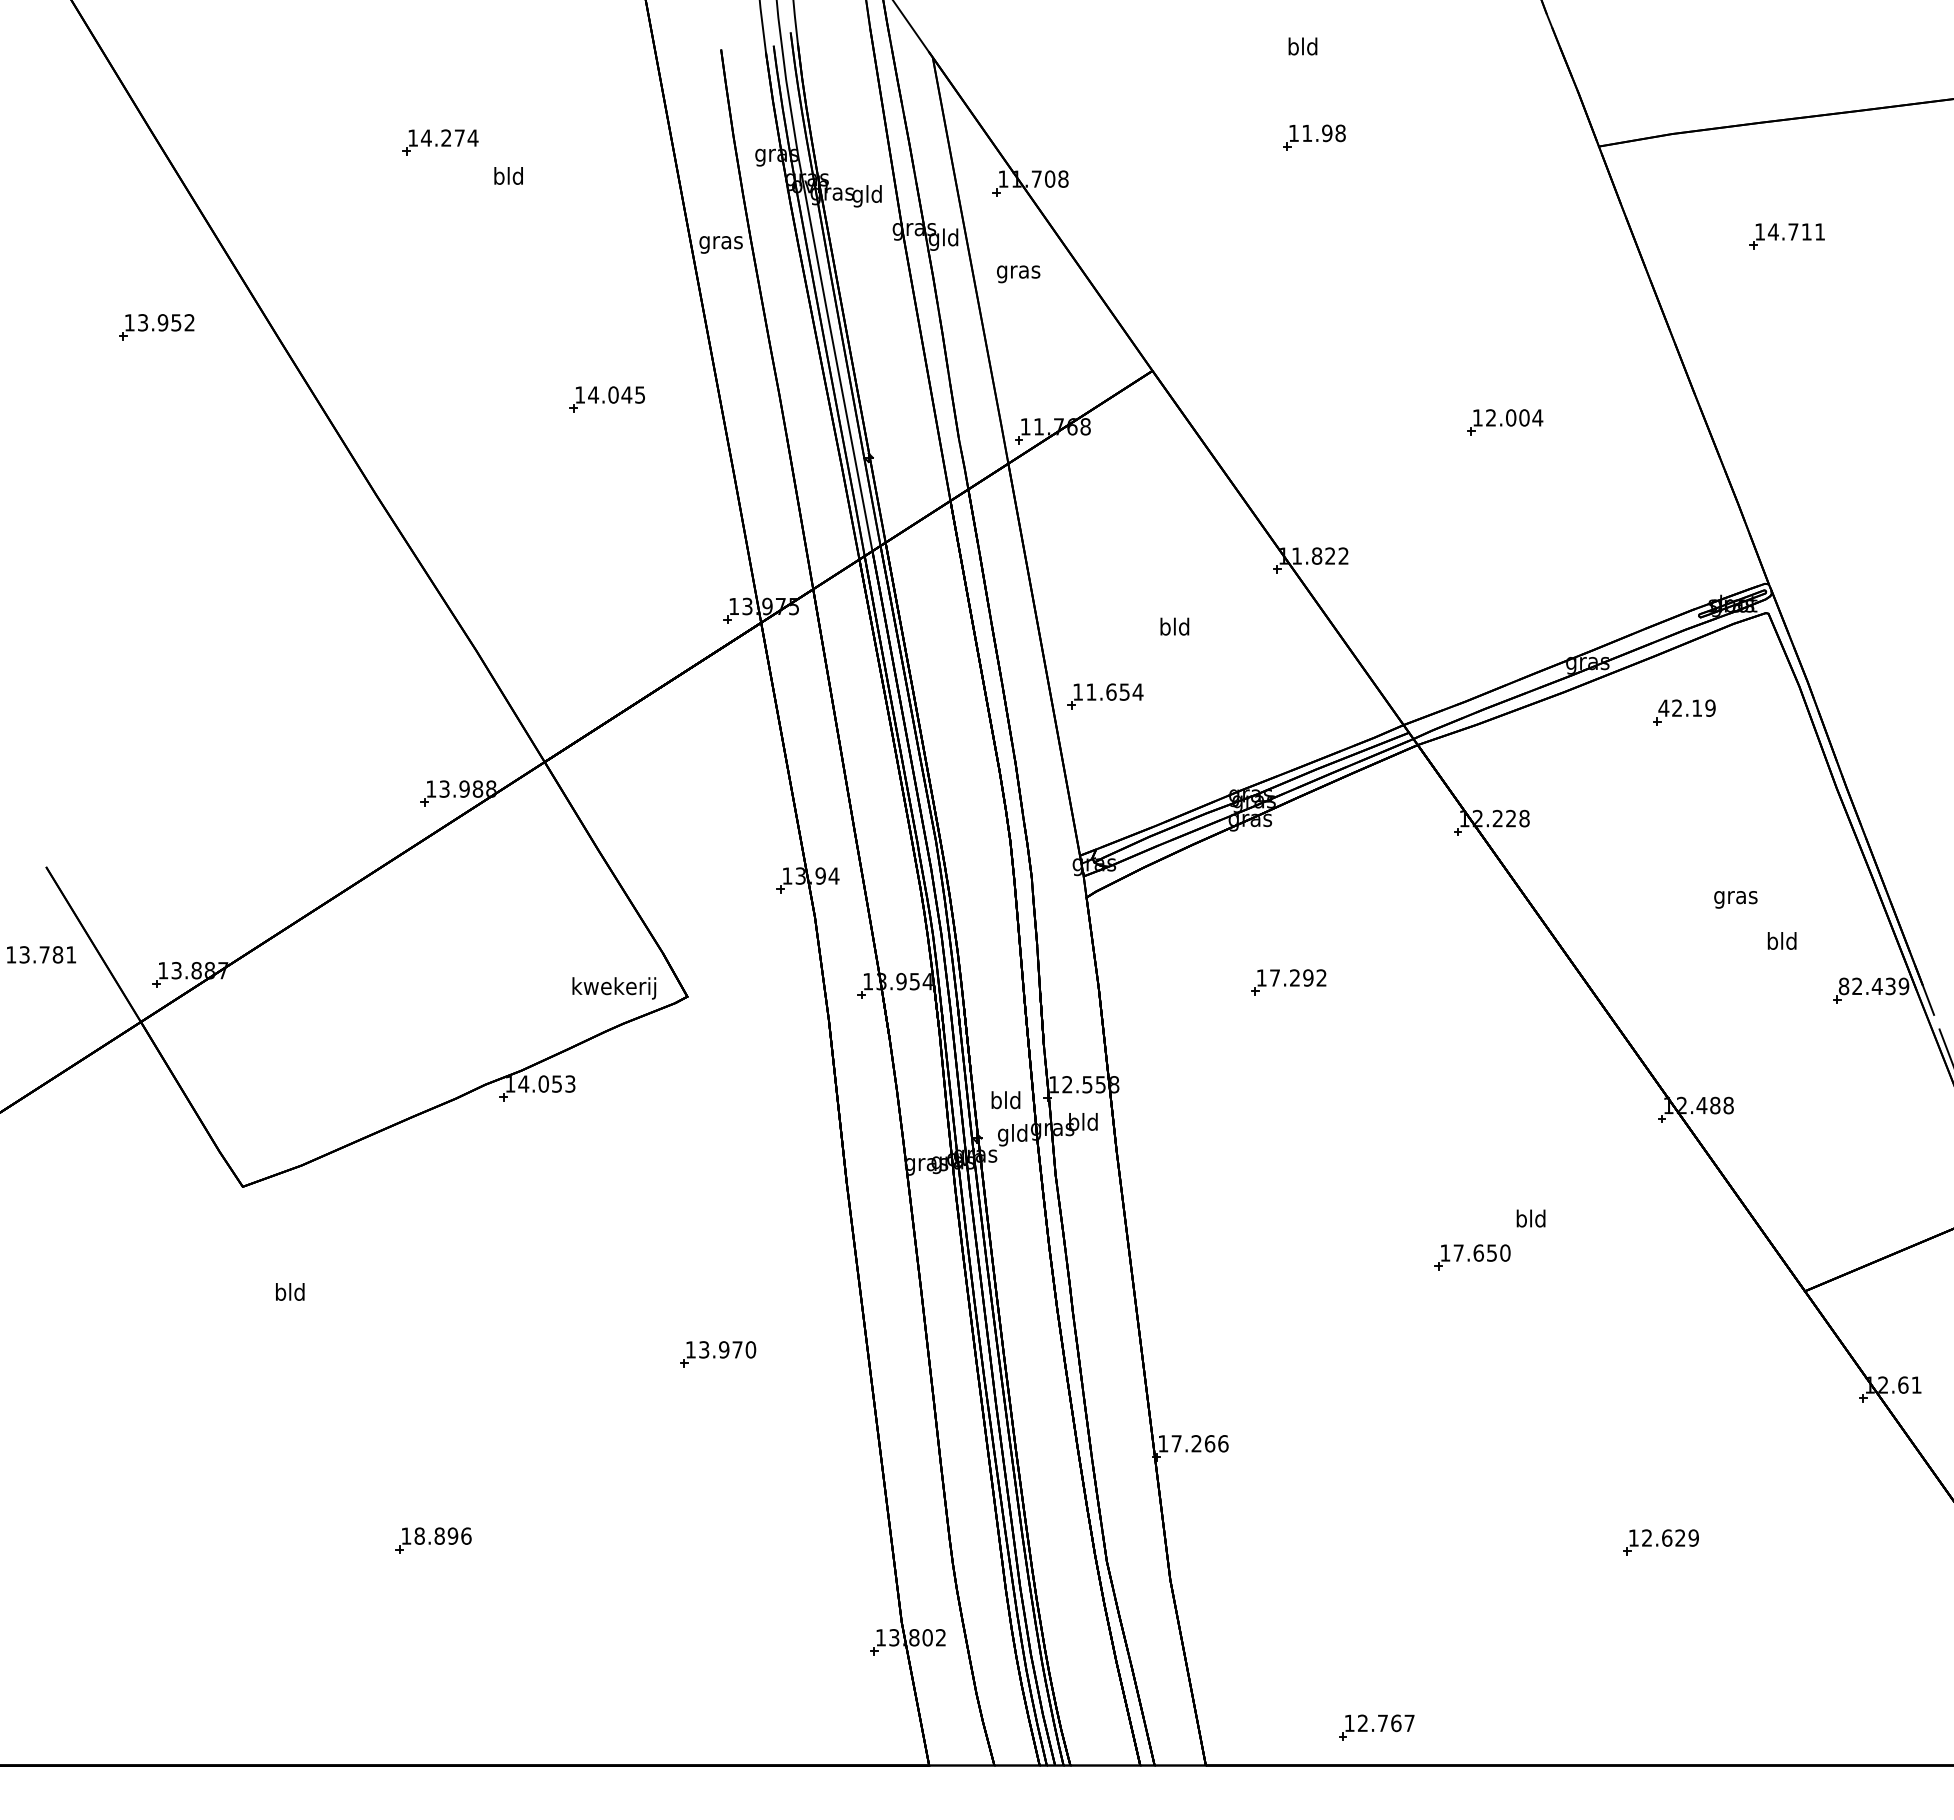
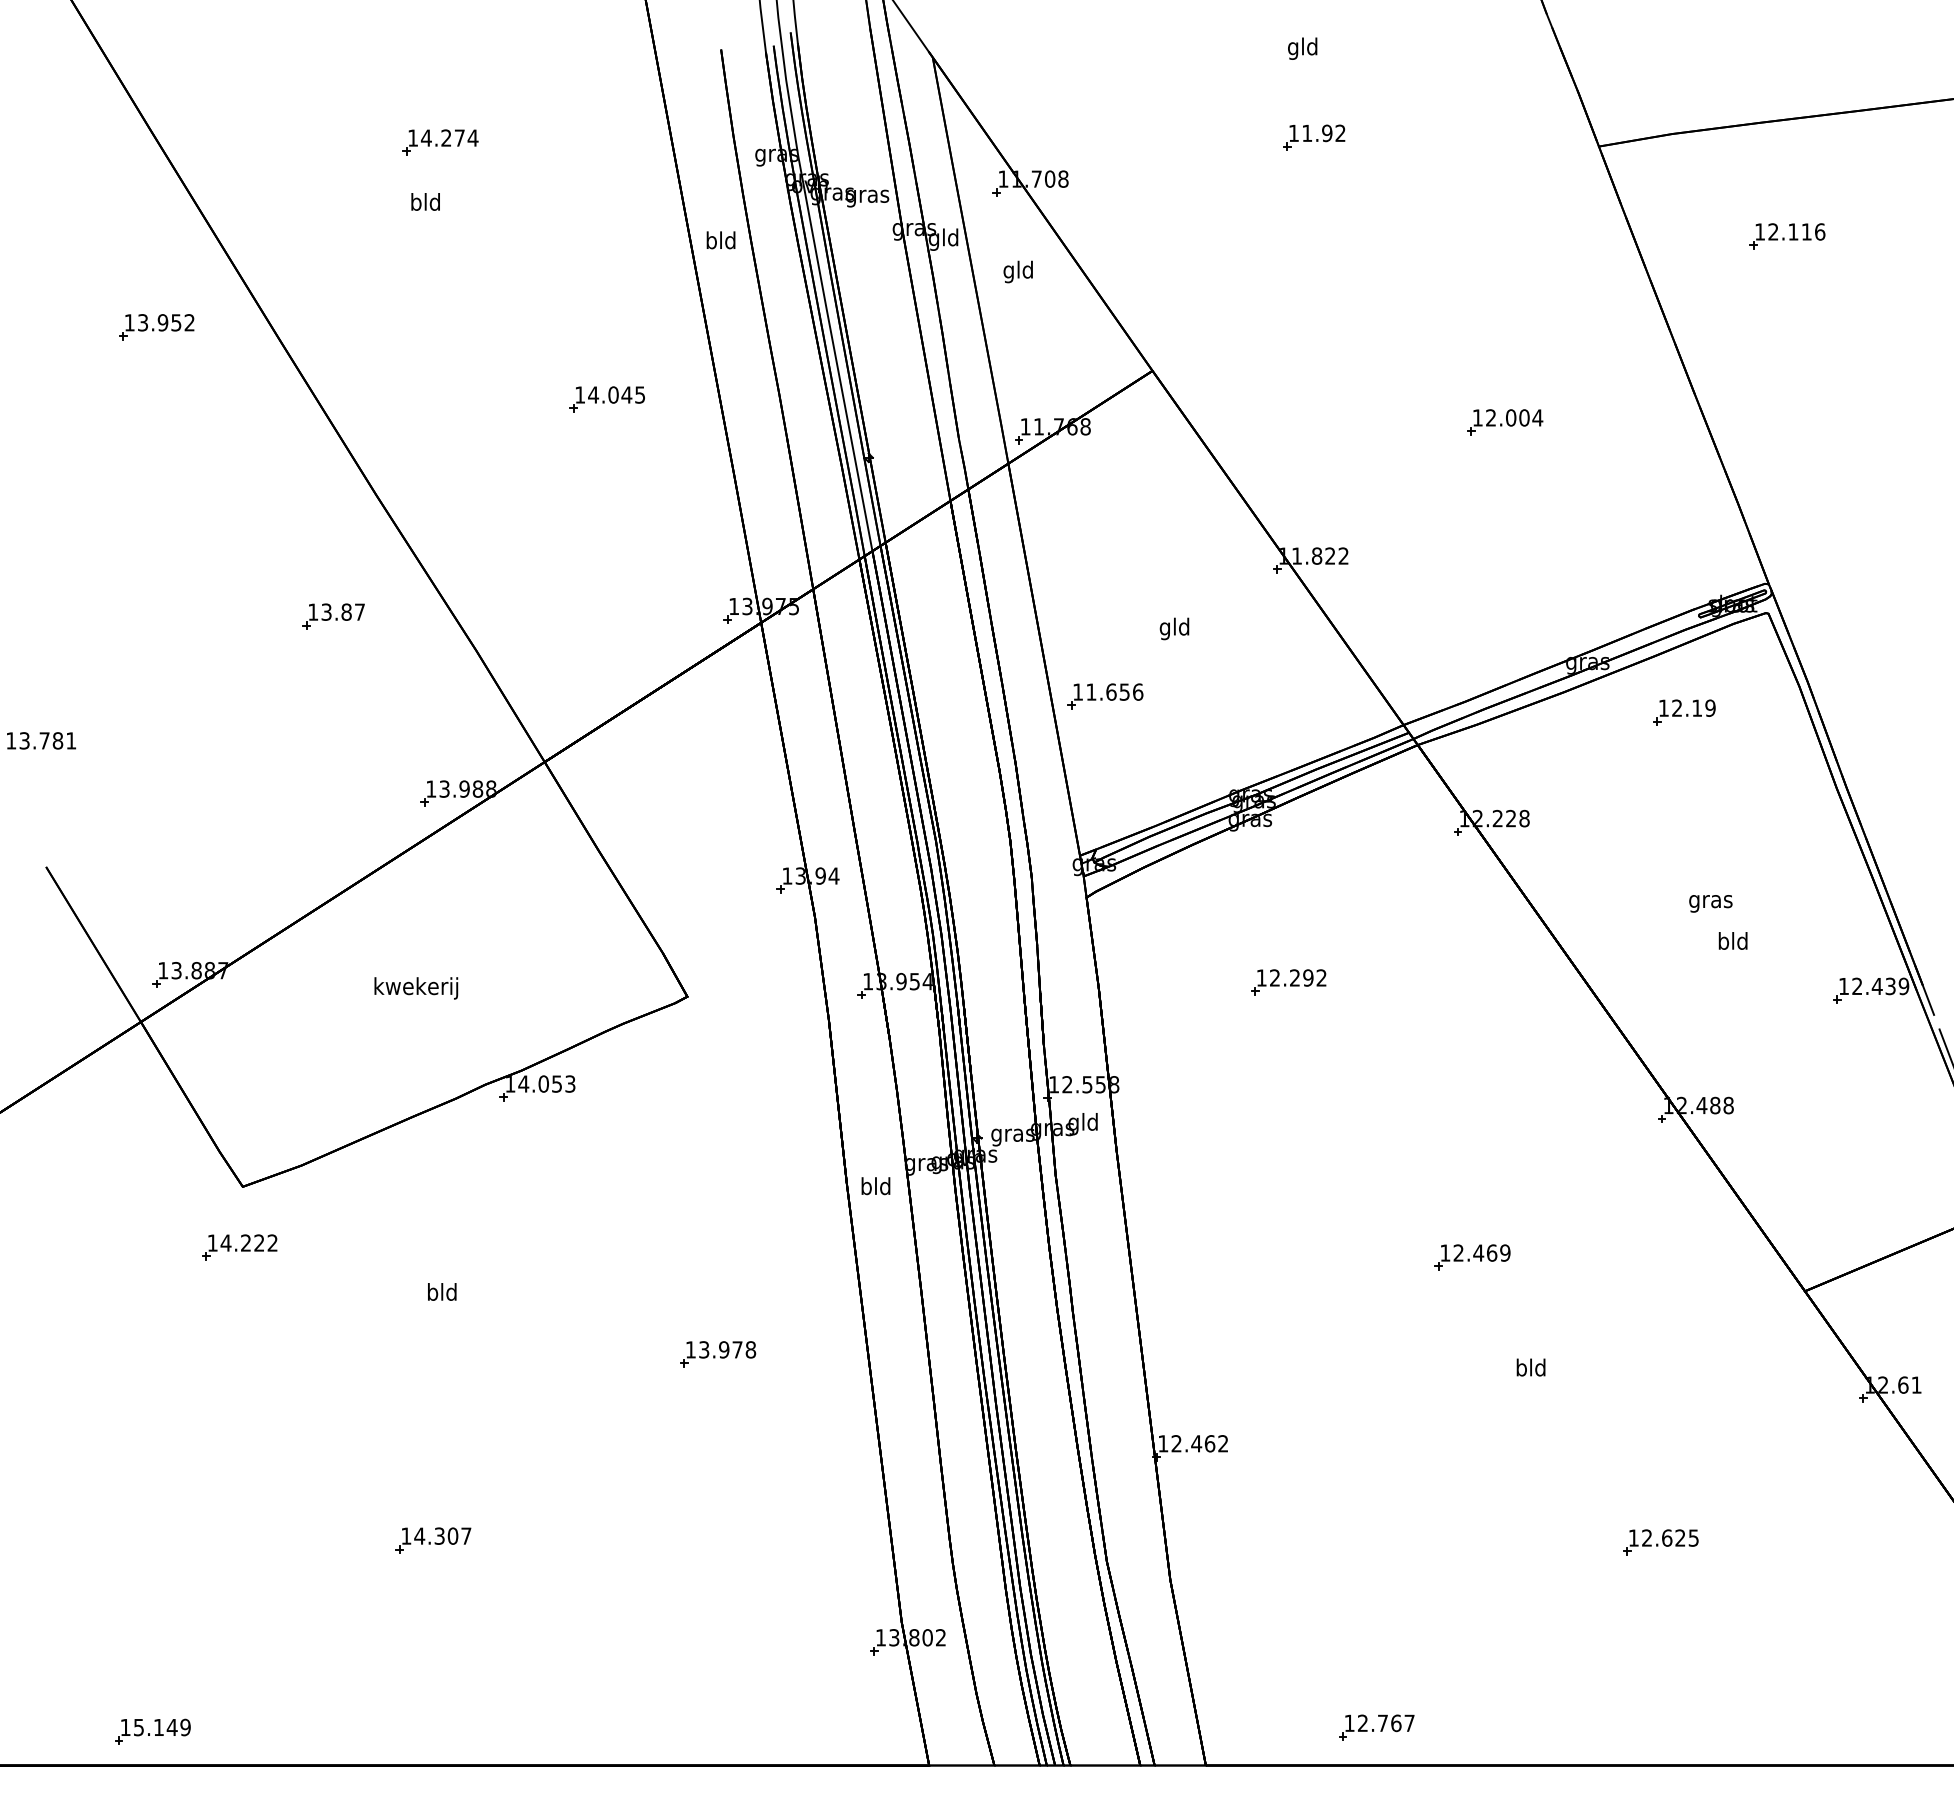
text at (1293, 48): bld -> gld
text at (1340, 133): 11.98 -> 11.92
text at (508, 175) position: (508, 175) -> (425, 201)
text at (867, 196): gld -> gras
text at (1796, 231): 14.711 -> 12.116
text at (720, 242): gras -> bld
text at (1018, 271): gras -> gld
part at (333, 616): none -> present
text at (1164, 628): bld -> gld
text at (1137, 691): 11.654 -> 11.656
text at (1663, 707): 42.19 -> 12.19
text at (1735, 899) position: (1735, 899) -> (1710, 903)
text at (1781, 940) position: (1781, 940) -> (1732, 940)
text at (41, 954) position: (41, 954) -> (41, 740)
text at (1274, 977): 17.292 -> 12.292
text at (1843, 986): 82.439 -> 12.439
text at (614, 988) position: (614, 988) -> (416, 988)
text at (1005, 1100) position: (1005, 1100) -> (875, 1186)
text at (1073, 1124): bld -> gld
text at (1012, 1135): gld -> gras
text at (1530, 1218) position: (1530, 1218) -> (1530, 1367)
part at (239, 1247): none -> present
text at (1481, 1252): 17.650 -> 12.469
text at (290, 1291) position: (290, 1291) -> (442, 1291)
text at (750, 1349): 13.970 -> 13.978
text at (1199, 1443): 17.266 -> 12.462
text at (442, 1535): 18.896 -> 14.307
text at (1693, 1537): 12.629 -> 12.625
part at (152, 1731): none -> present
